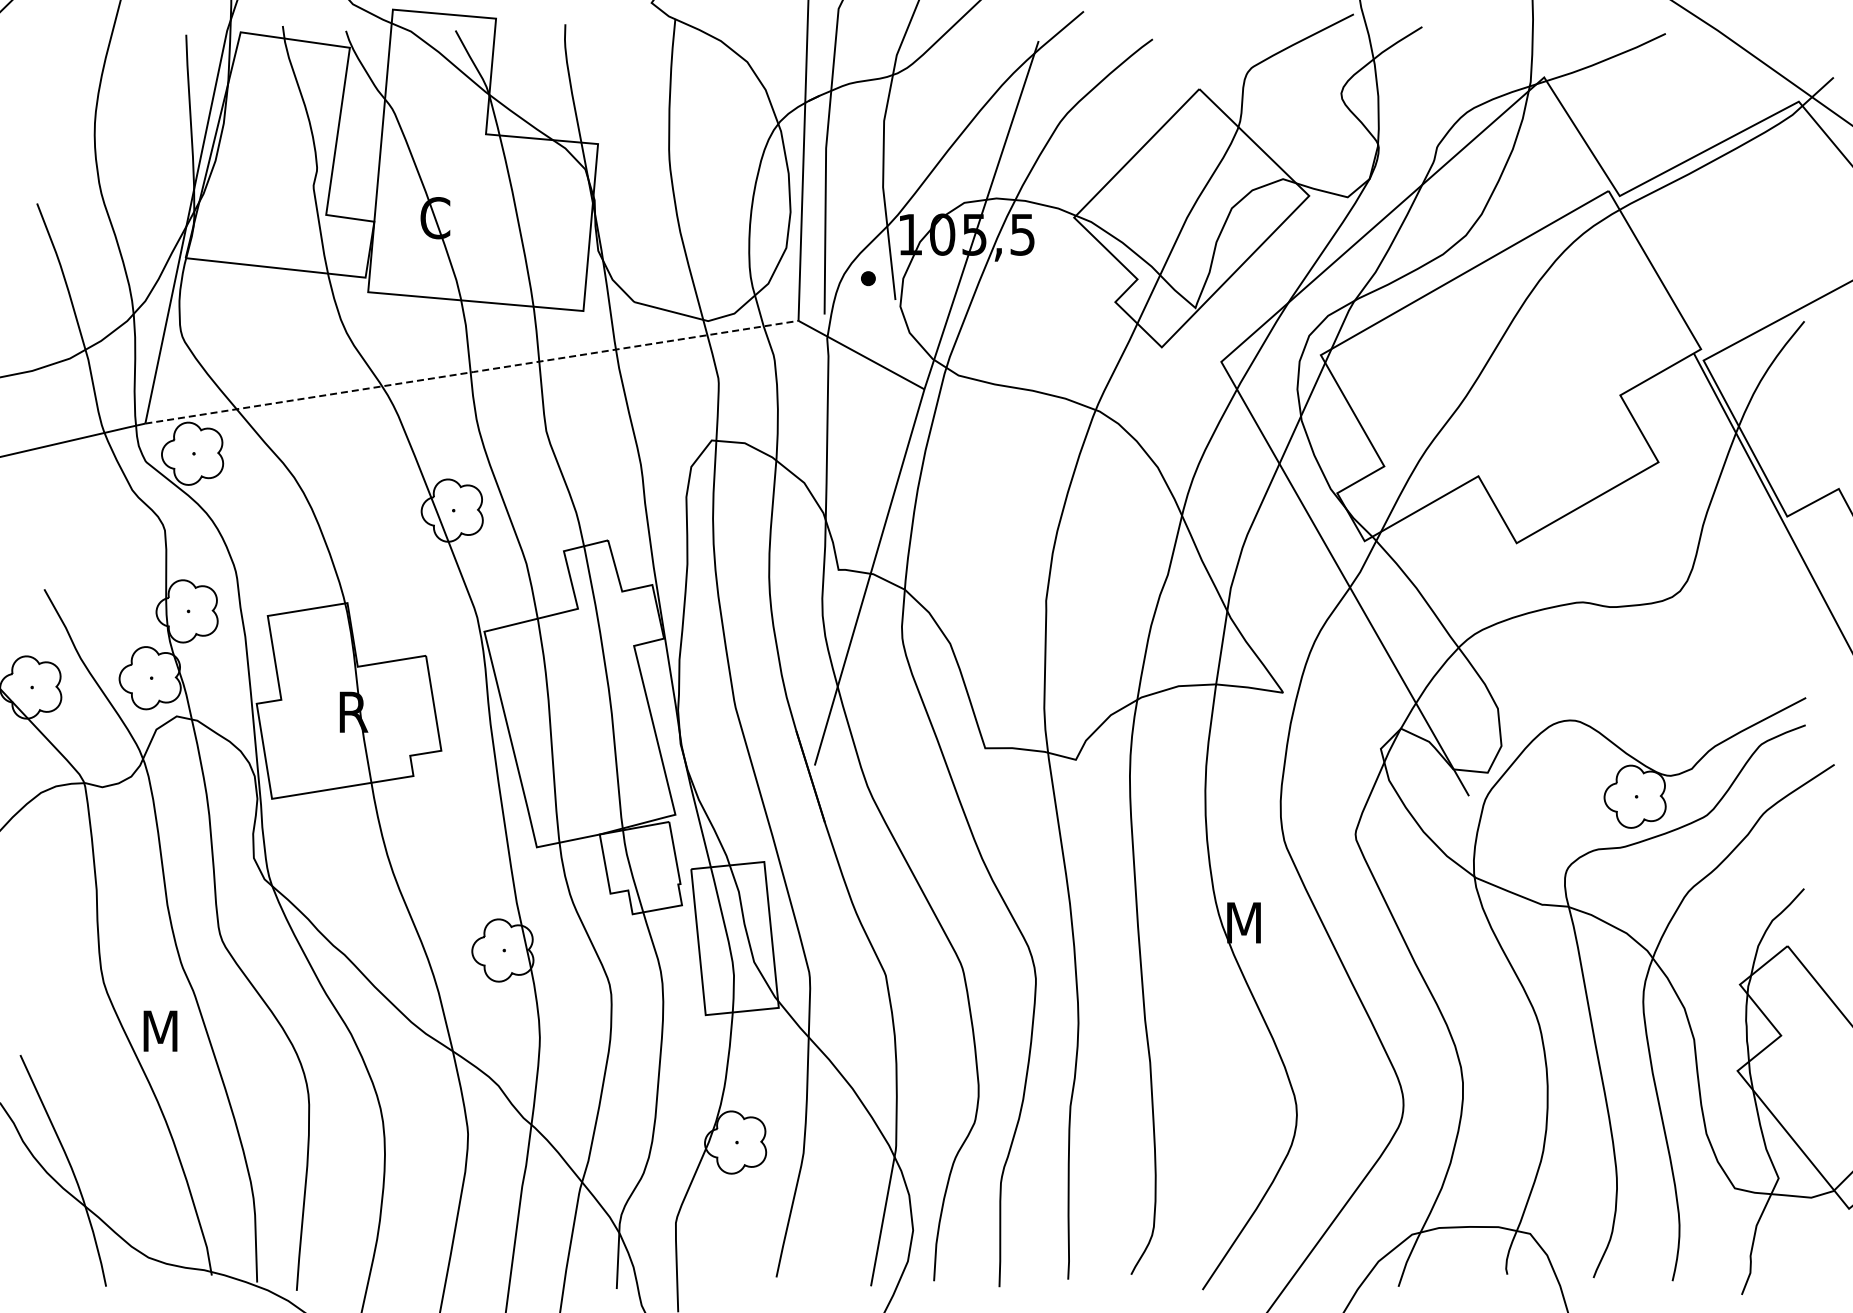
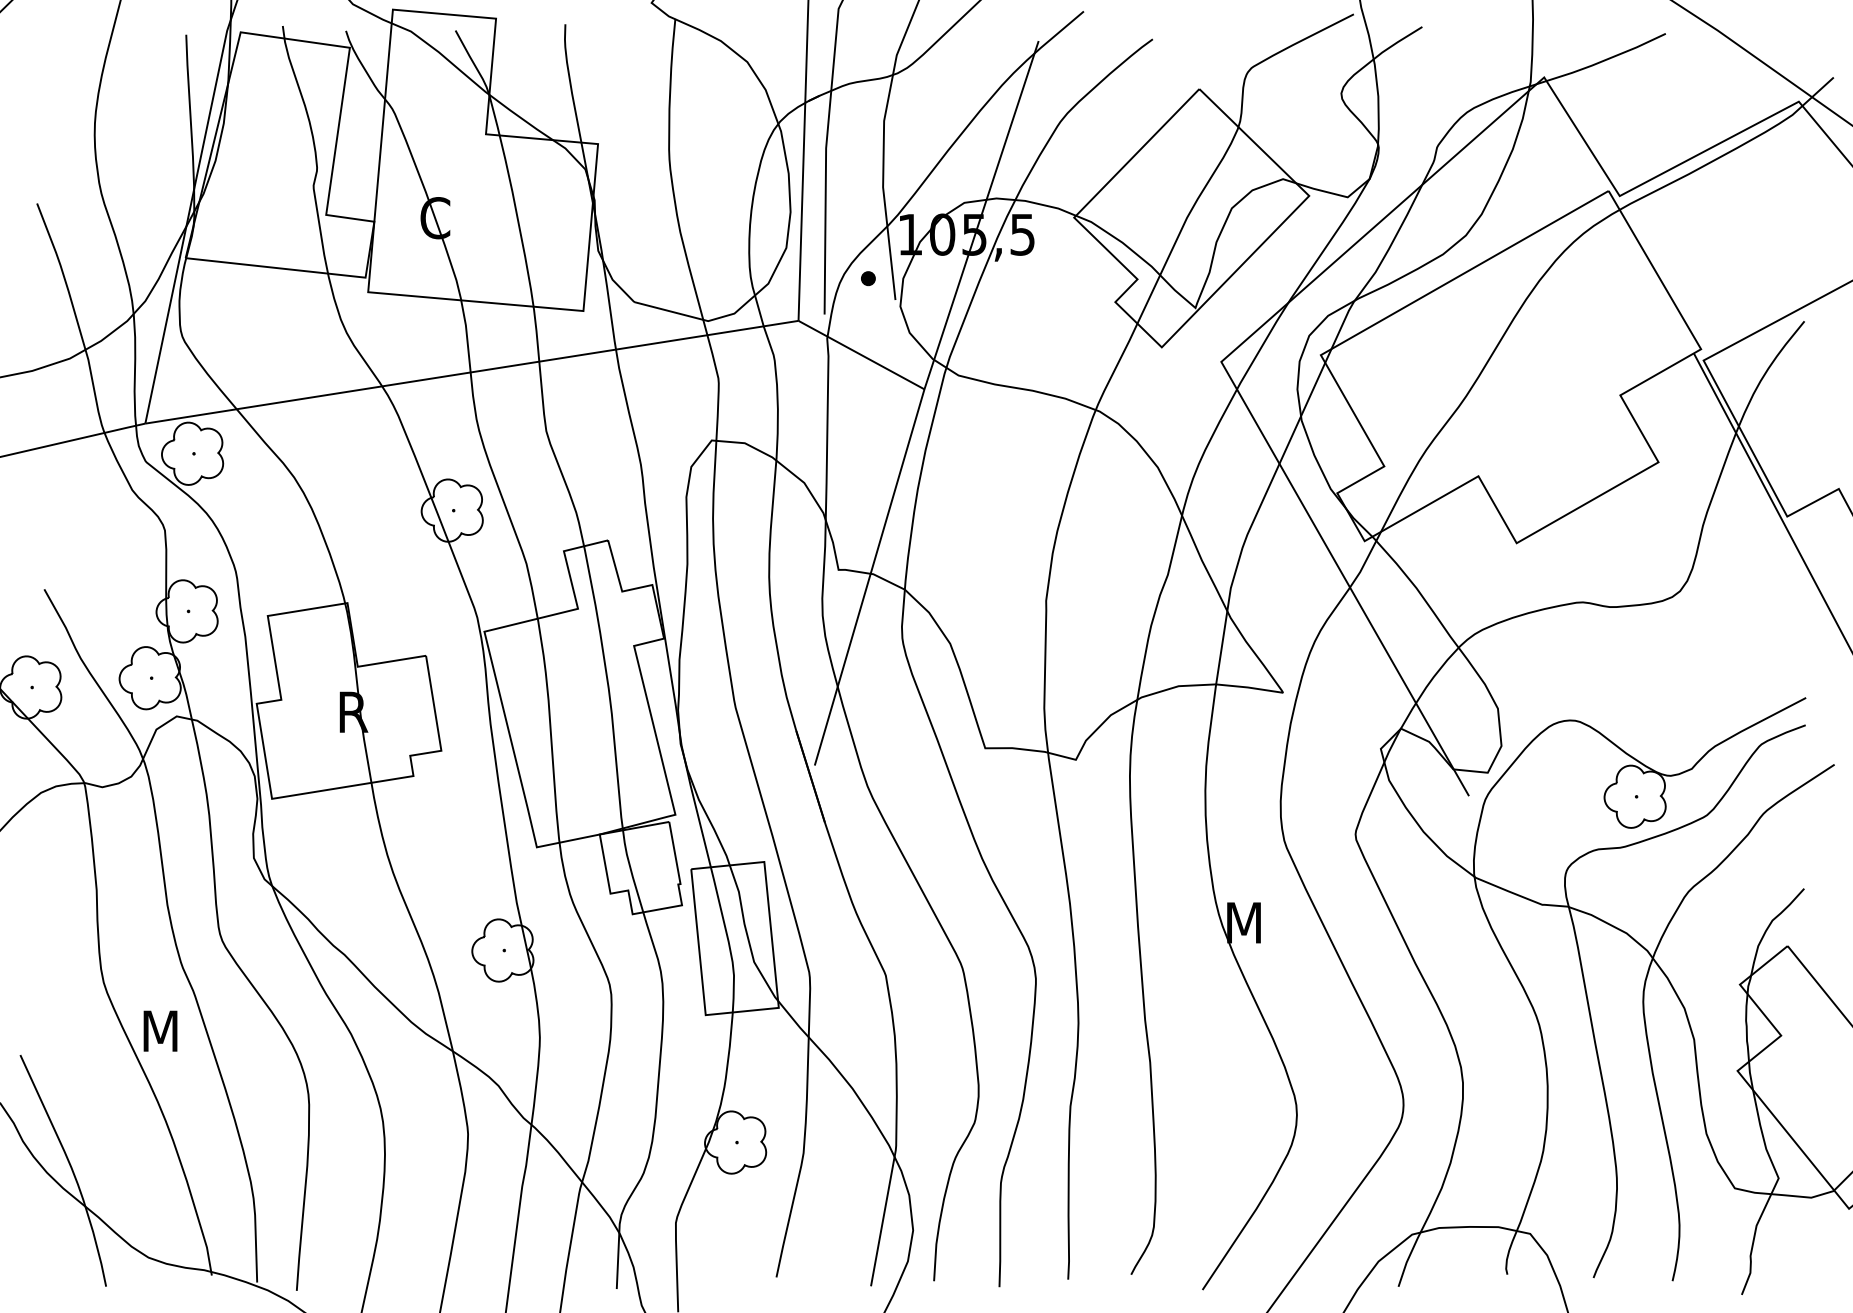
line at (472, 372): dashed -> solid
